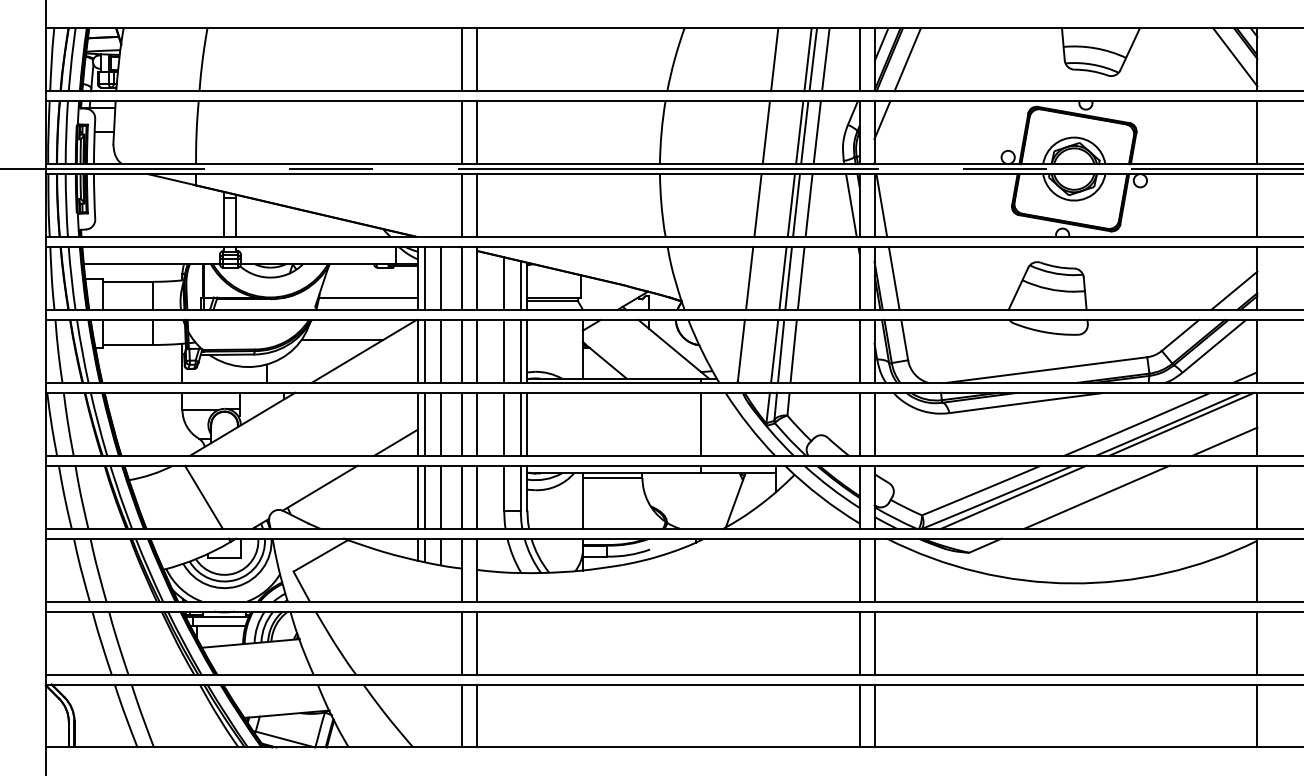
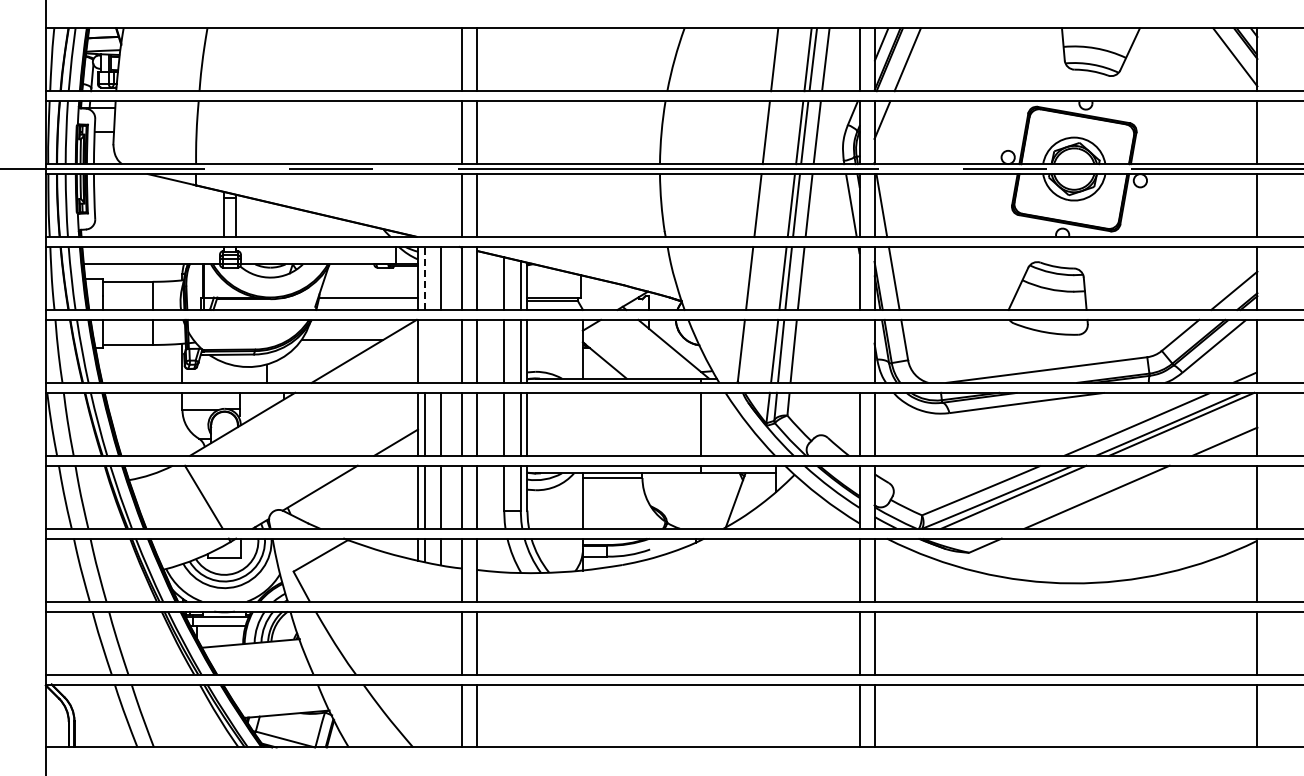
line at (424, 277): solid -> dashed
line at (424, 350): present -> none
line at (441, 350): present -> none
line at (859, 350): present -> none
